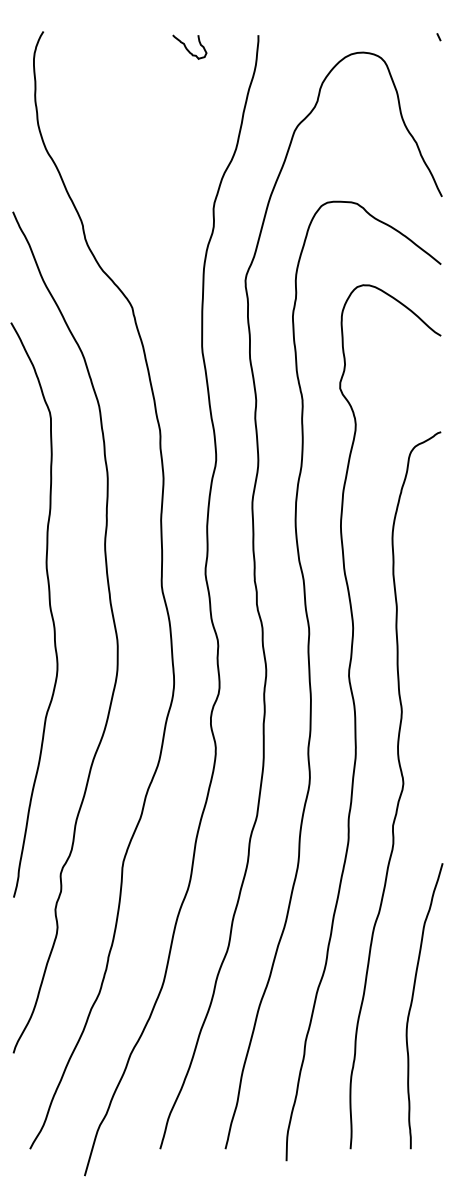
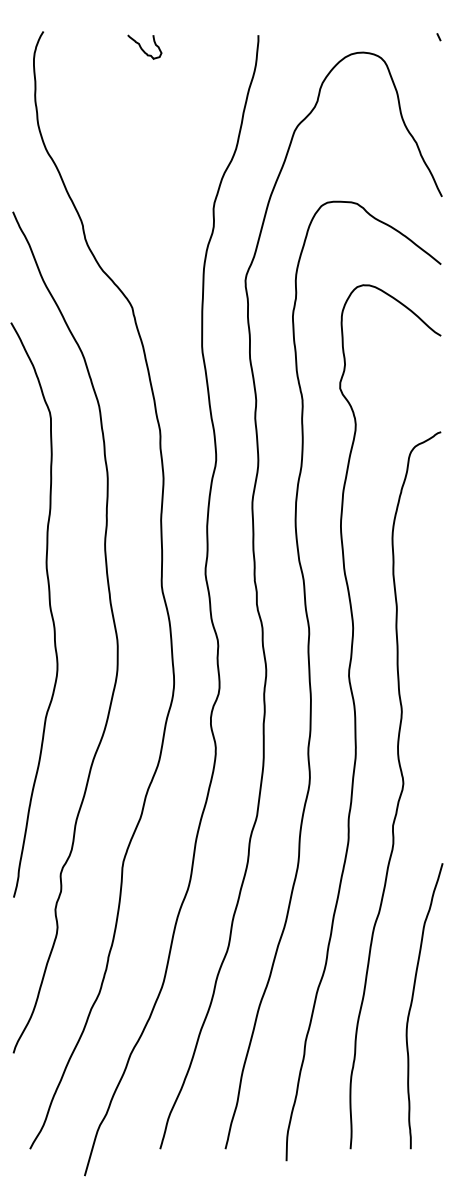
curve at (187, 48) position: (187, 48) -> (142, 48)
